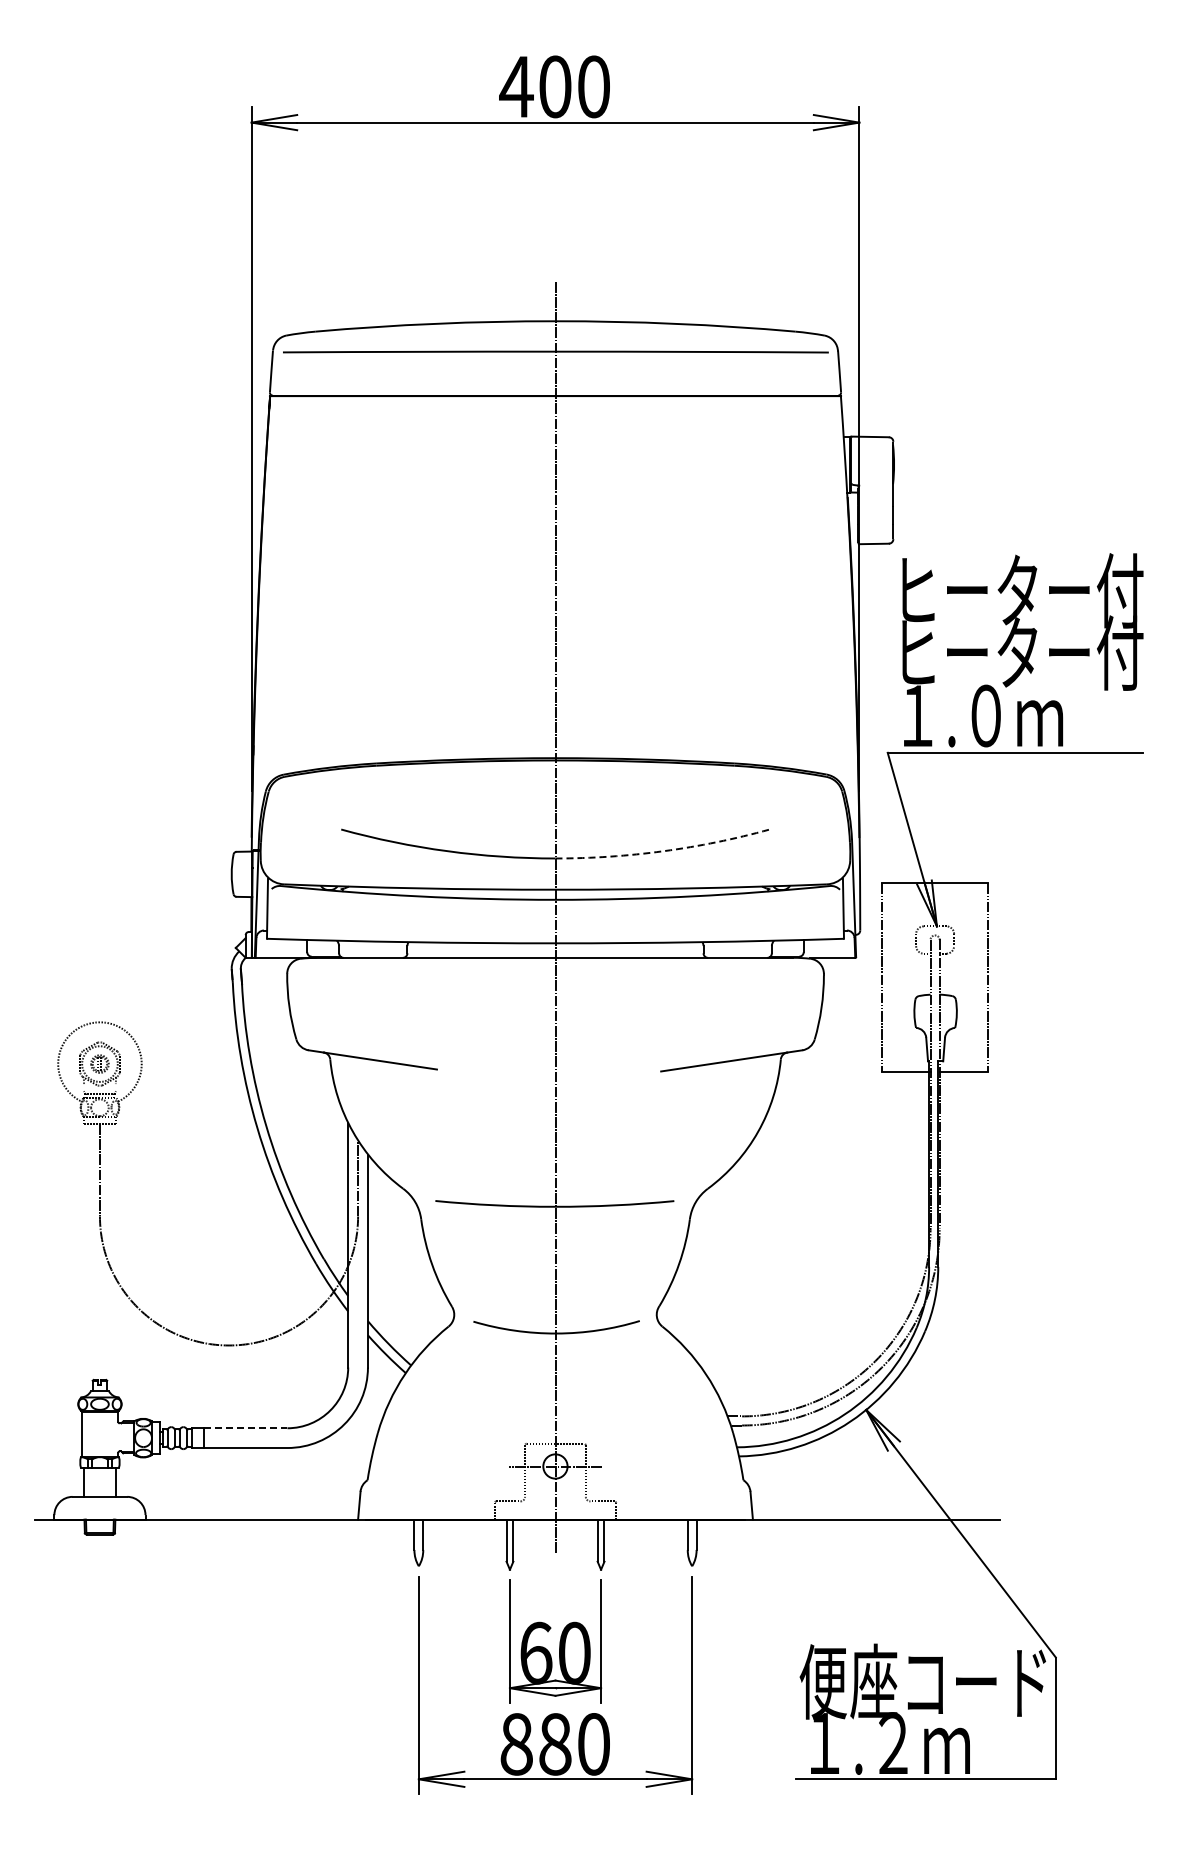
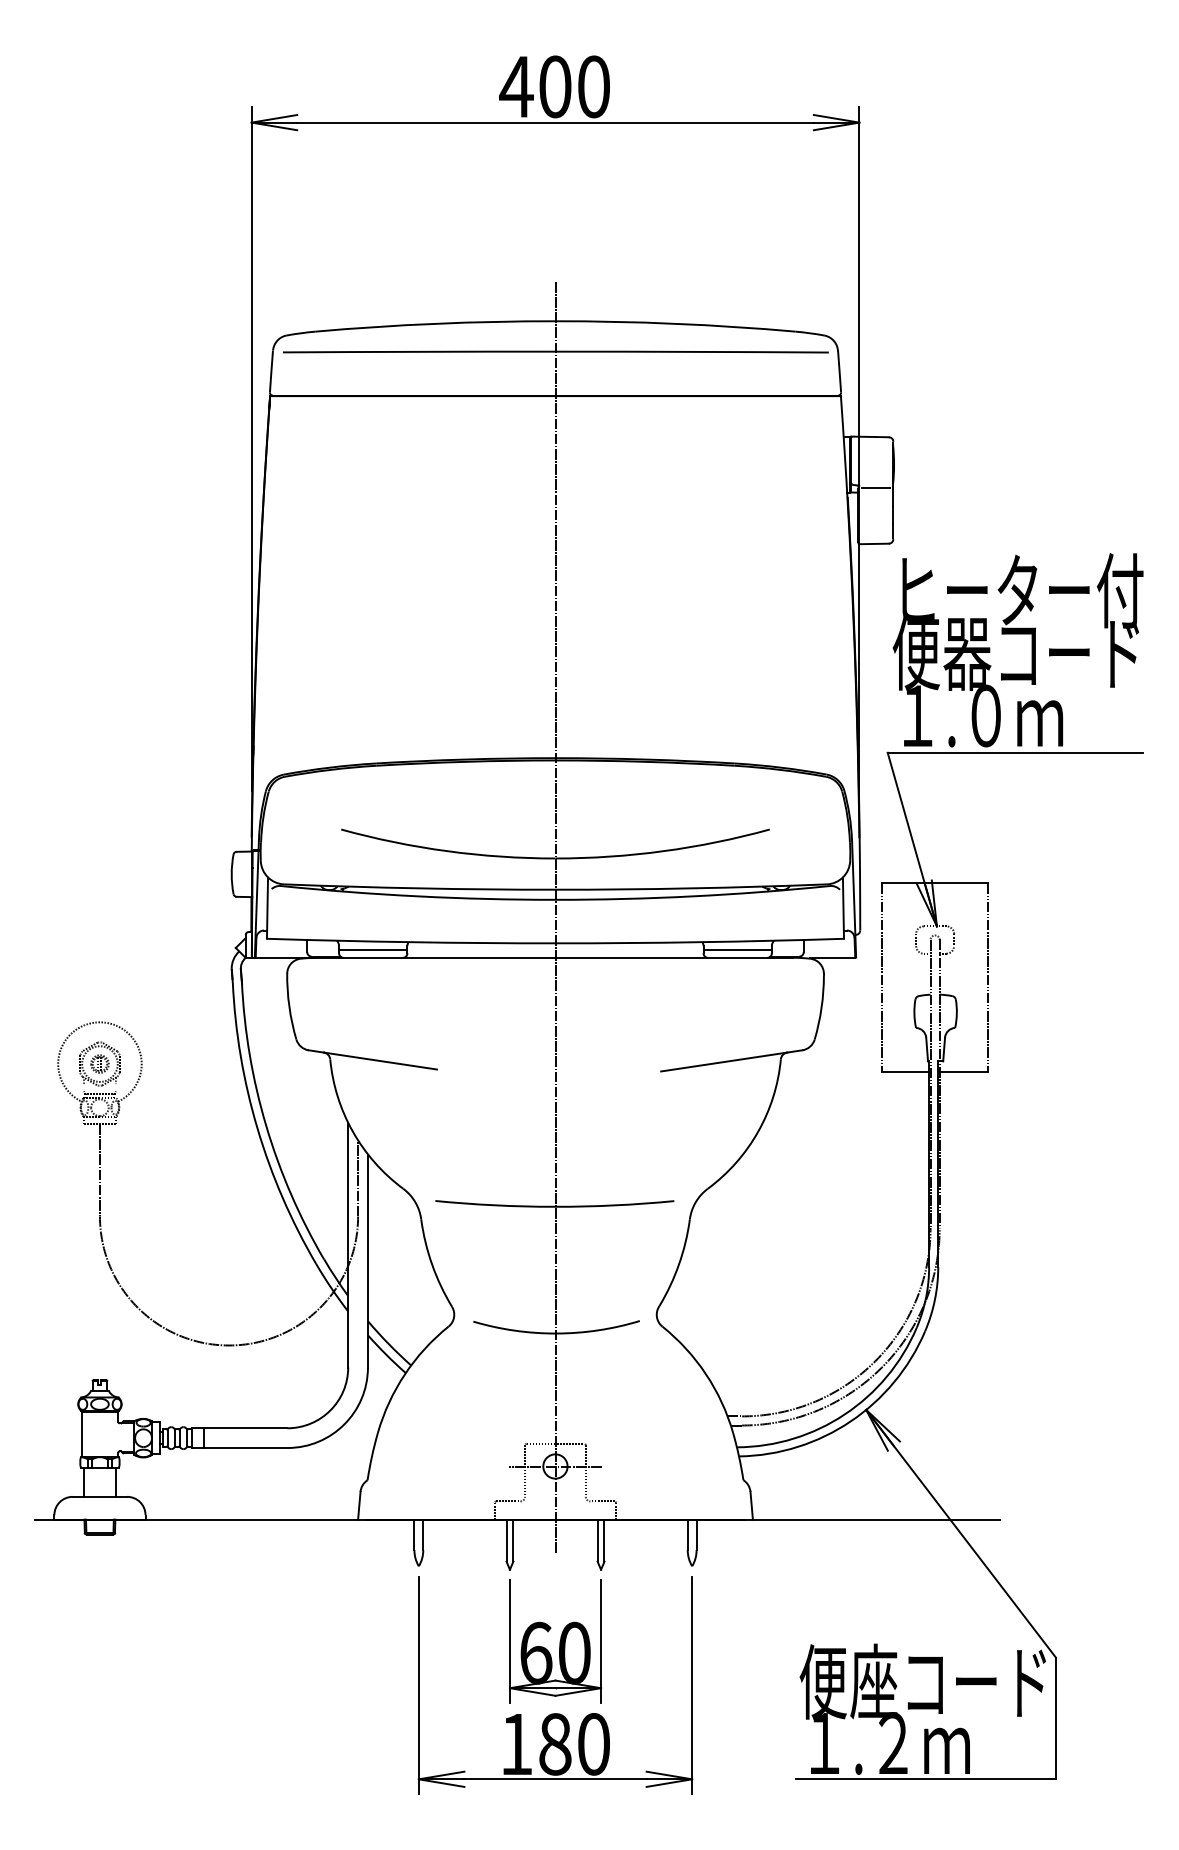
line at (875, 488): none -> present
text at (1017, 652): ヒーター付 -> 便器コード
arc at (663, 851): dashed -> solid
line at (373, 950): none -> present
line at (737, 950): none -> present
line at (245, 1428): dashed -> solid
text at (516, 1744): 880 -> 180
